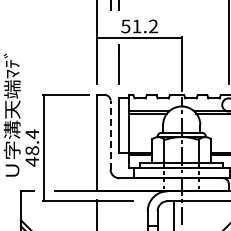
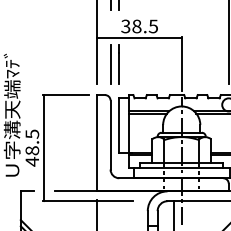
text at (139, 26): 51.2 -> 38.5
line at (110, 64): none -> present
text at (32, 134): 48.4 -> 48.5
line at (110, 134): dashed -> solid
